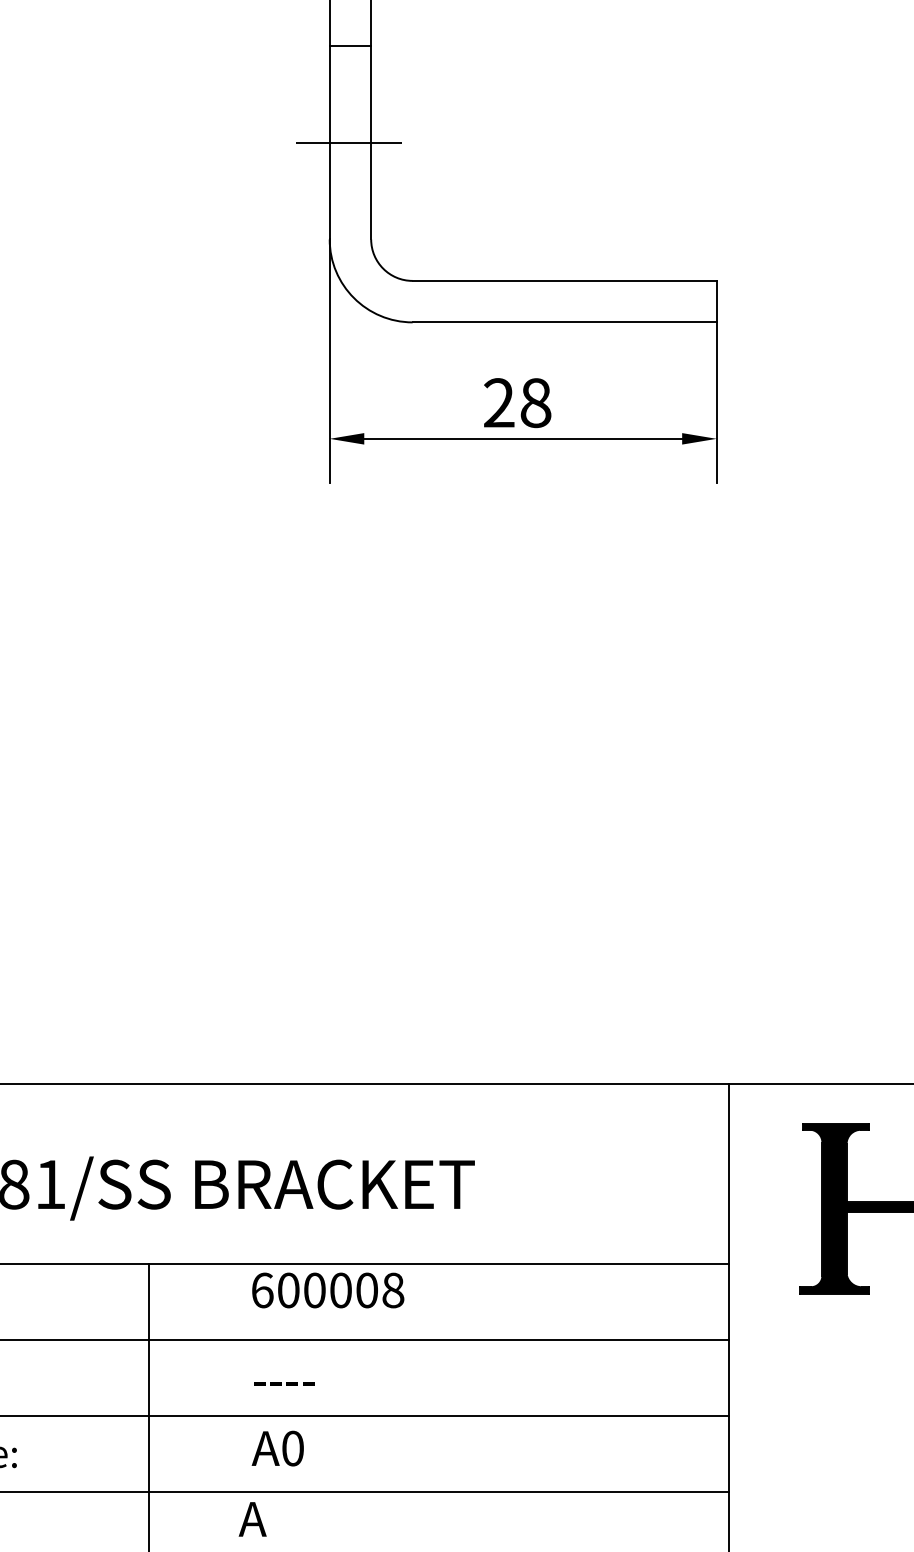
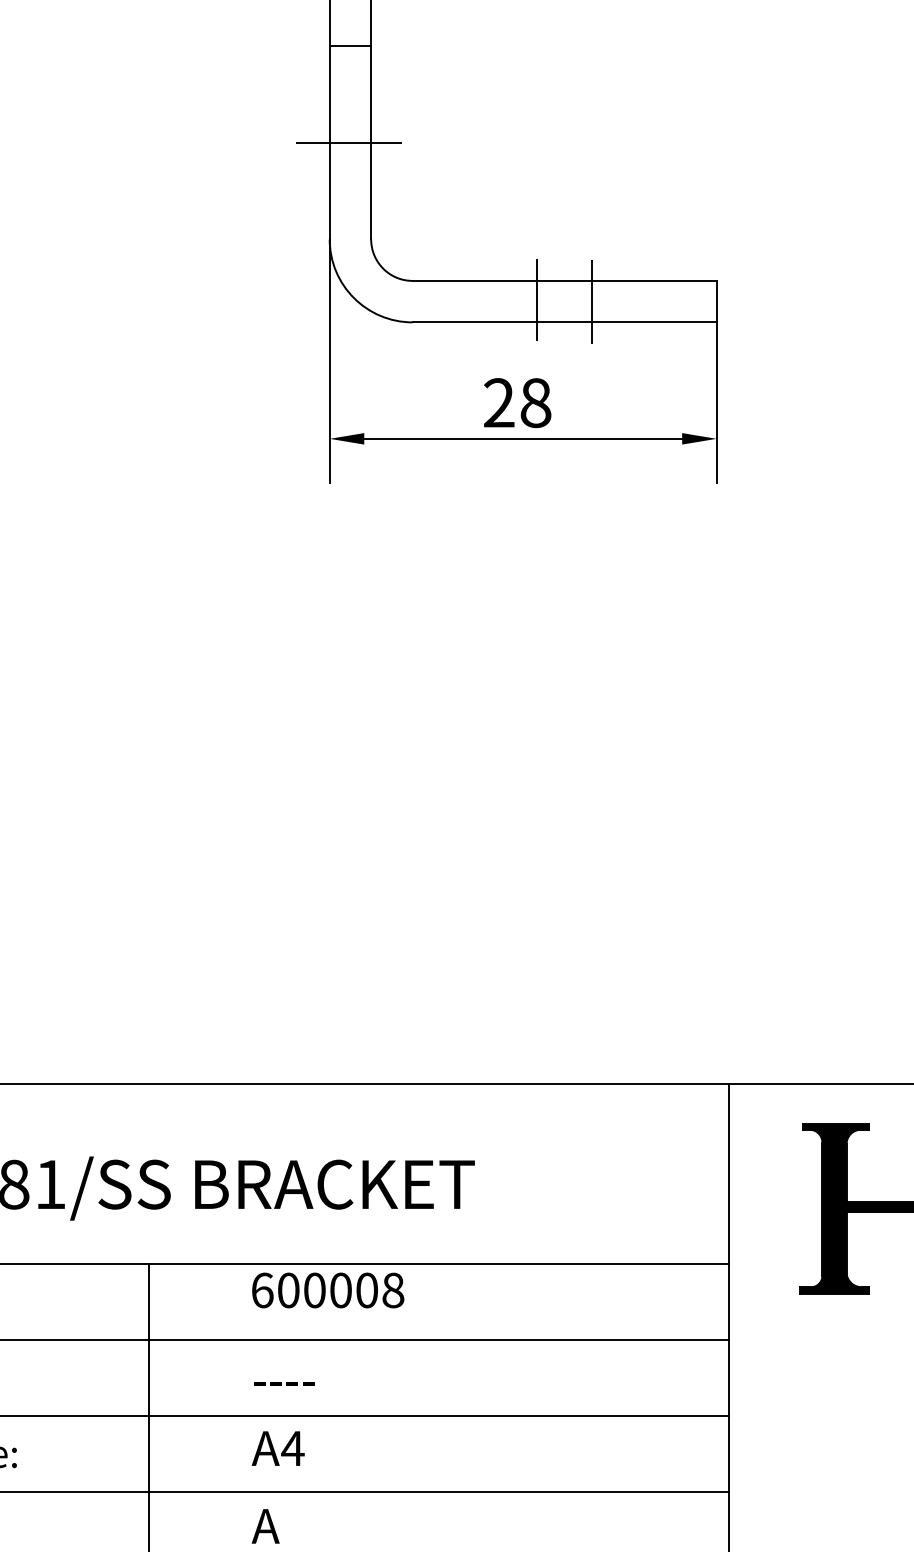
line at (537, 300): none -> present
line at (592, 301): none -> present
text at (292, 1448): A0 -> A4
text at (252, 1519) position: (252, 1519) -> (265, 1526)
